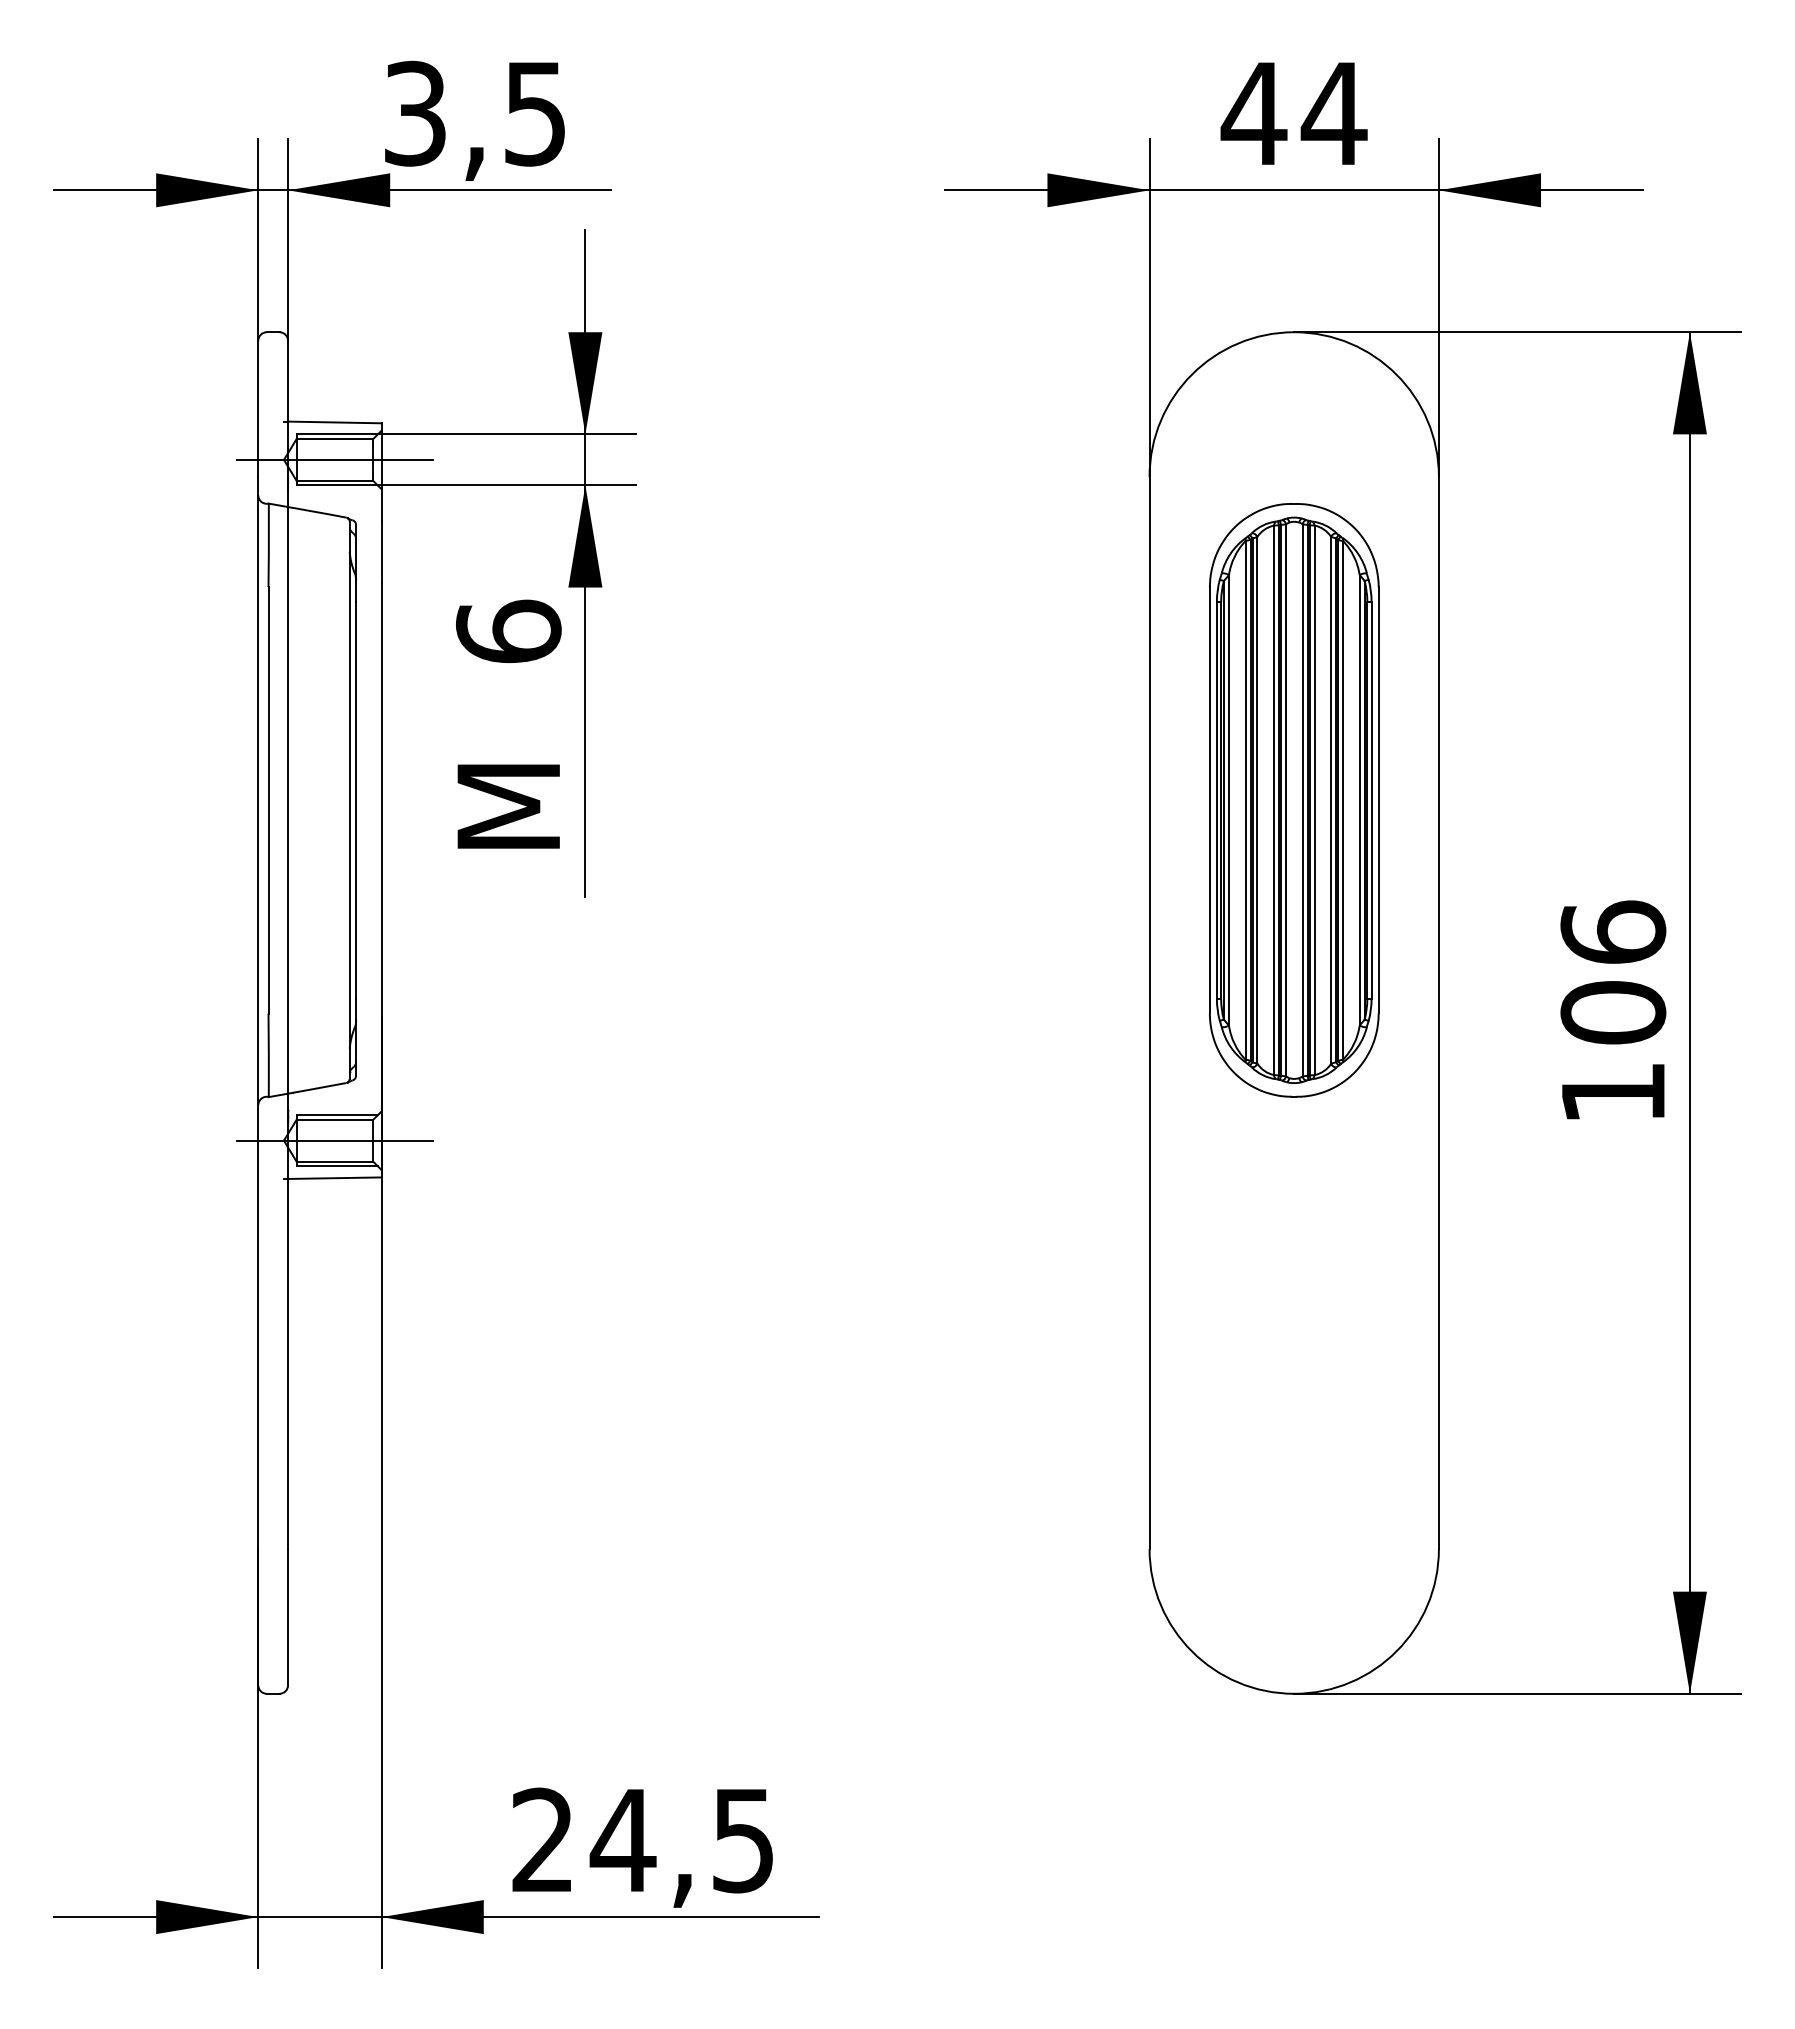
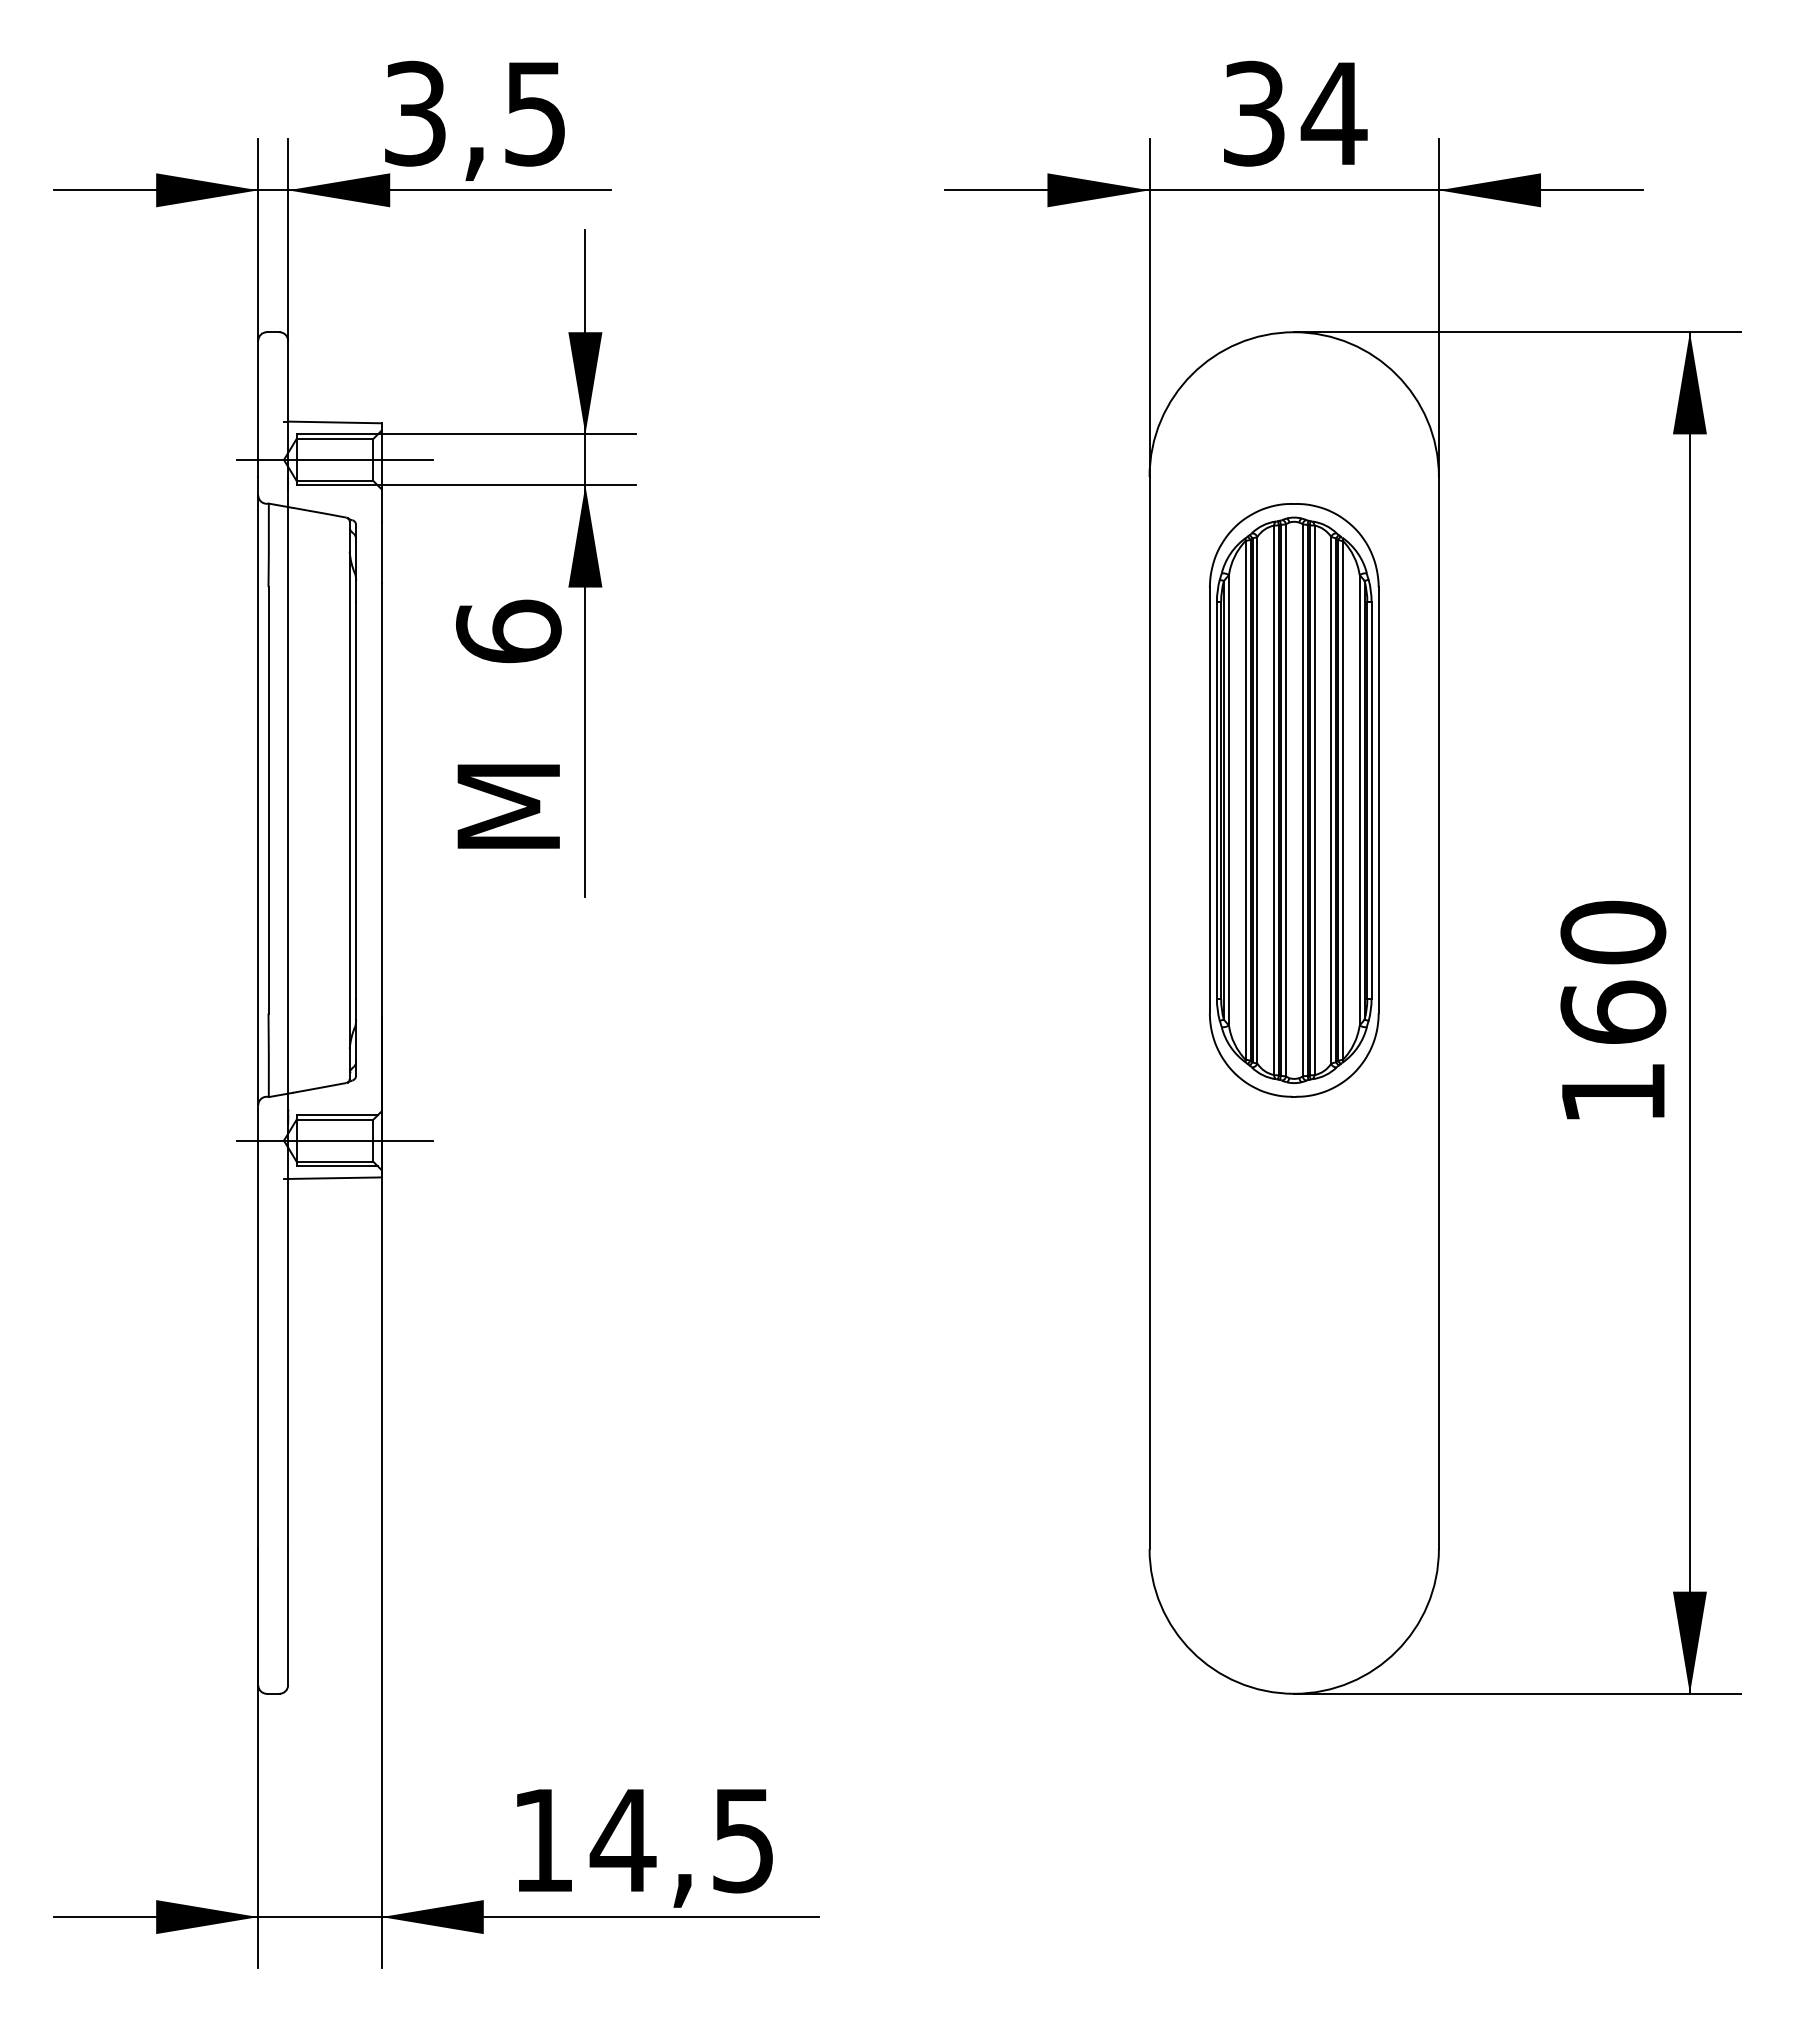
text at (1253, 113): 44 -> 34
text at (1613, 972): 106 -> 160
text at (541, 1839): 24,5 -> 14,5
